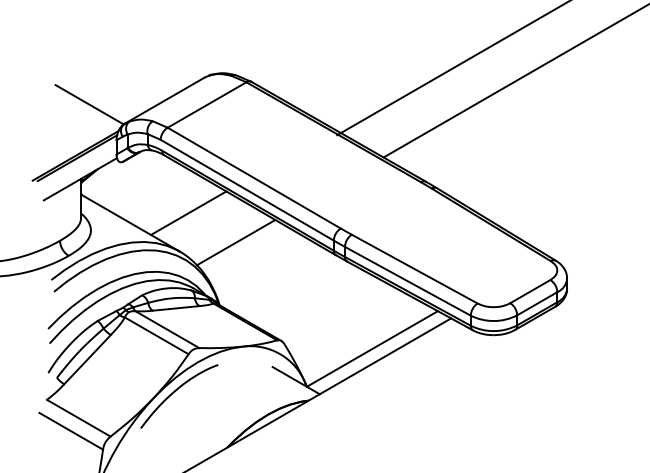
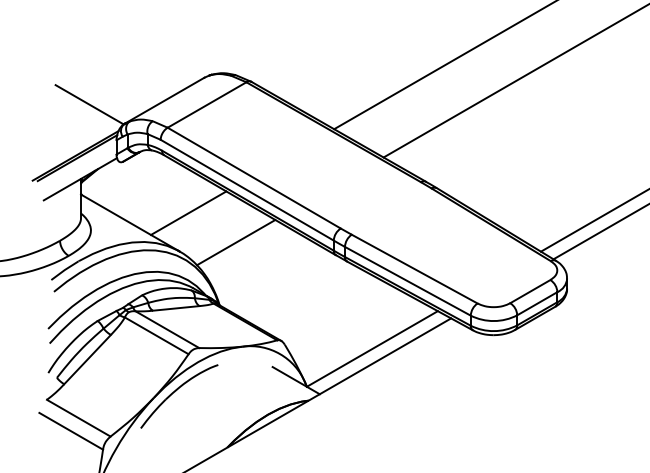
line at (452, 68) position: (452, 68) -> (444, 65)
line at (593, 220): none -> present
line at (599, 232): none -> present
